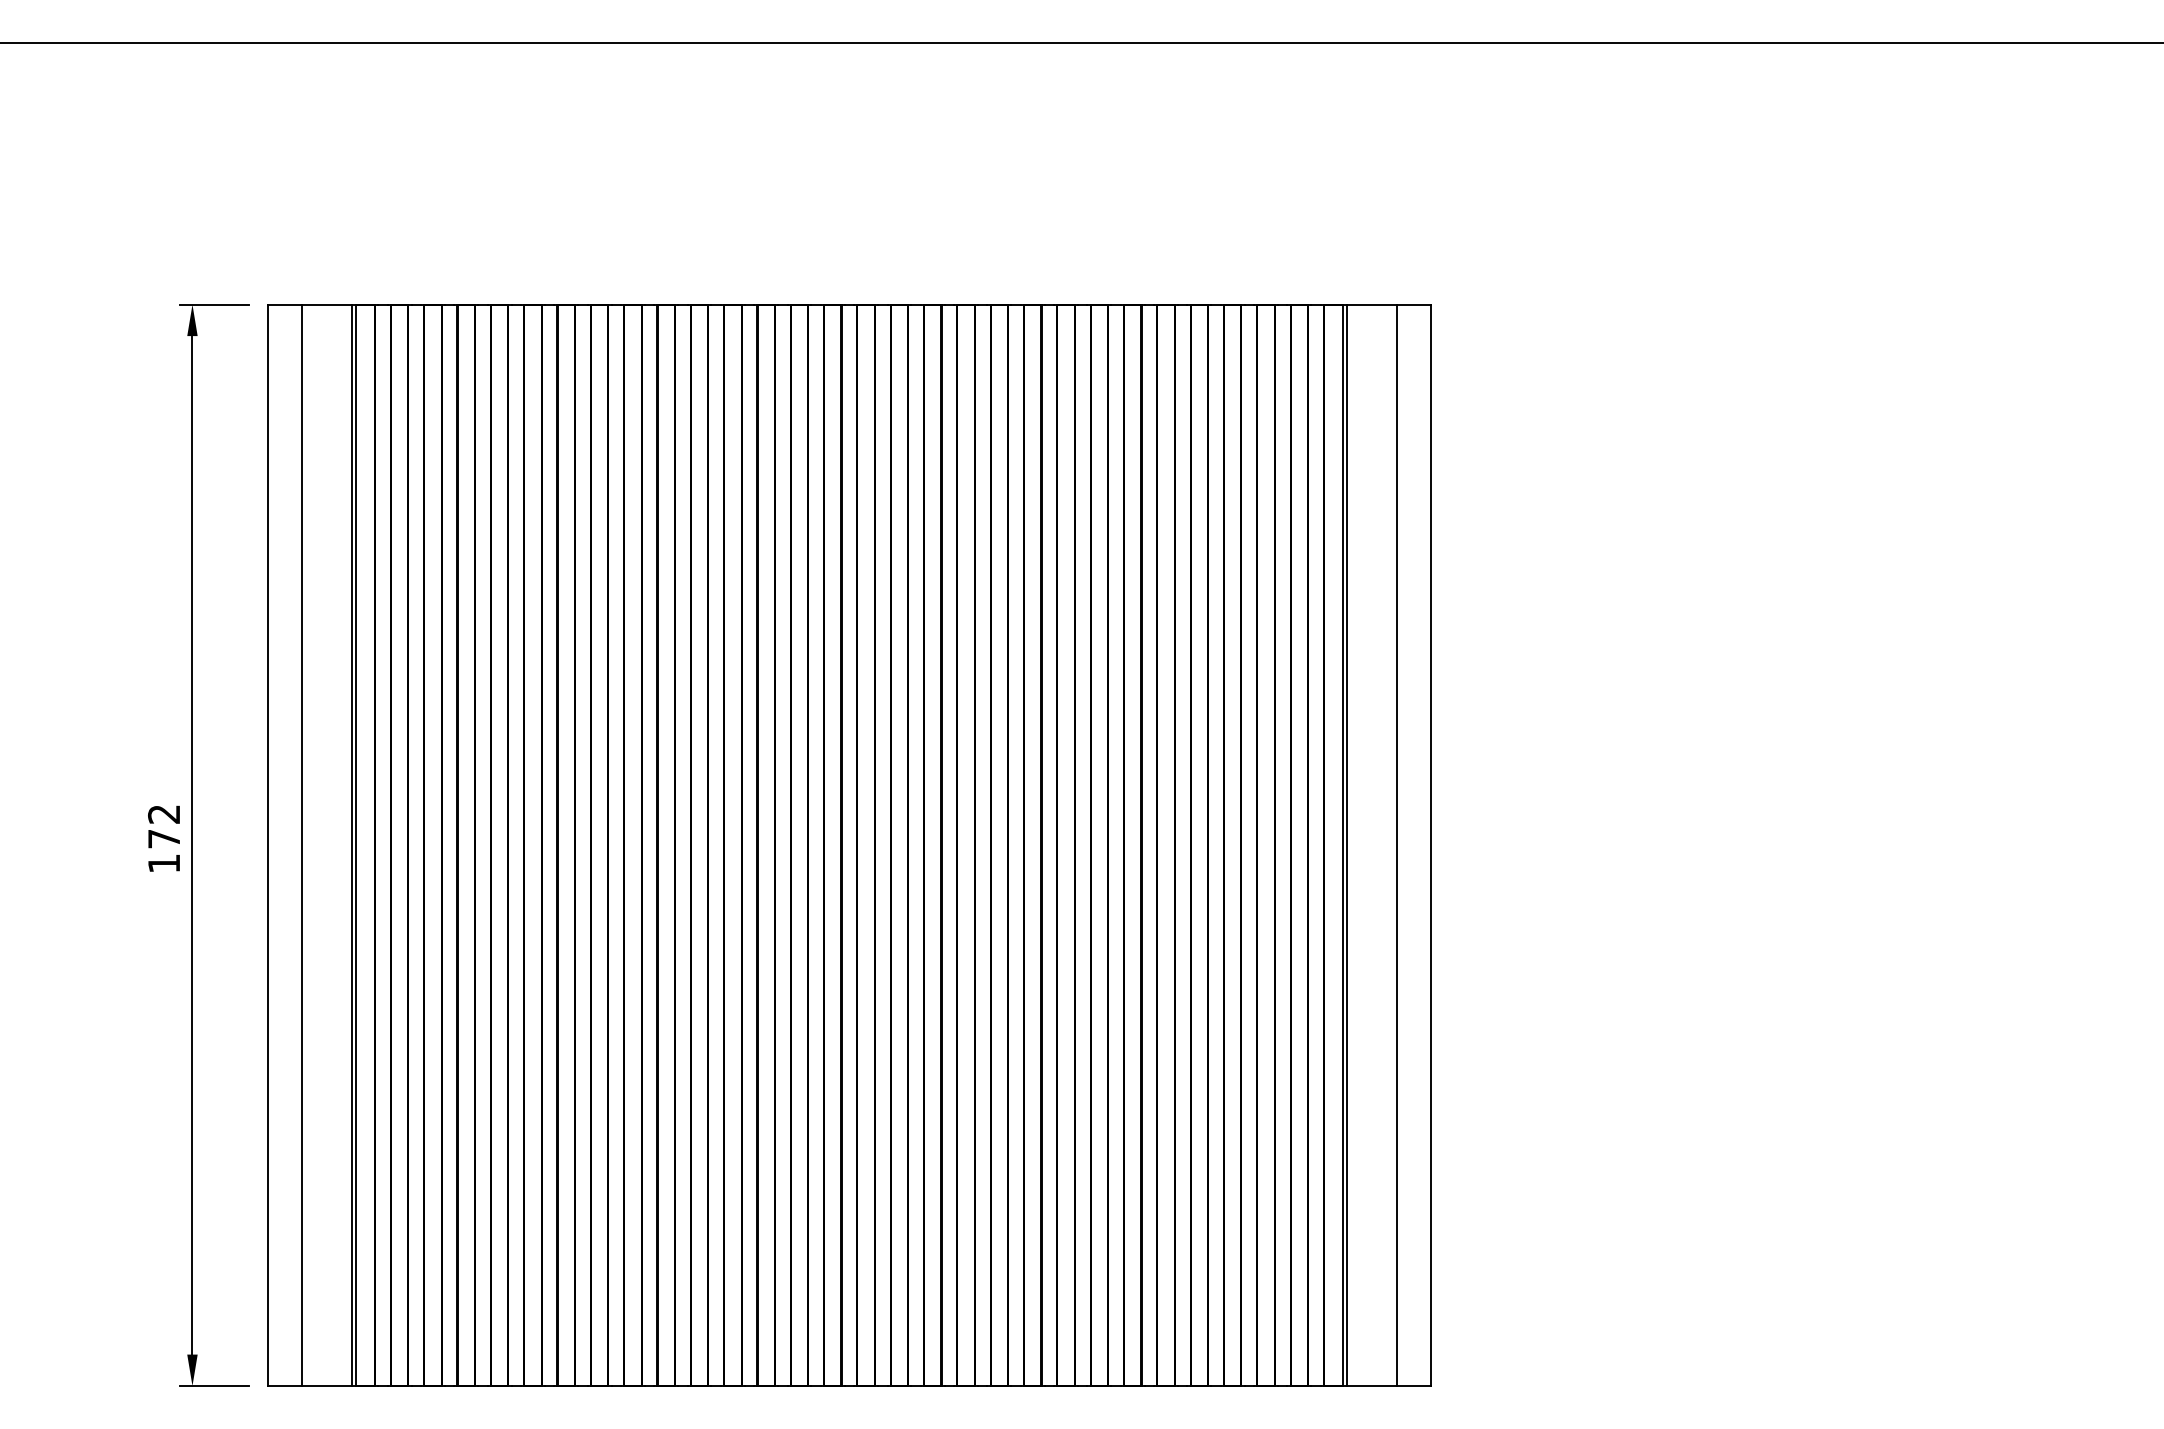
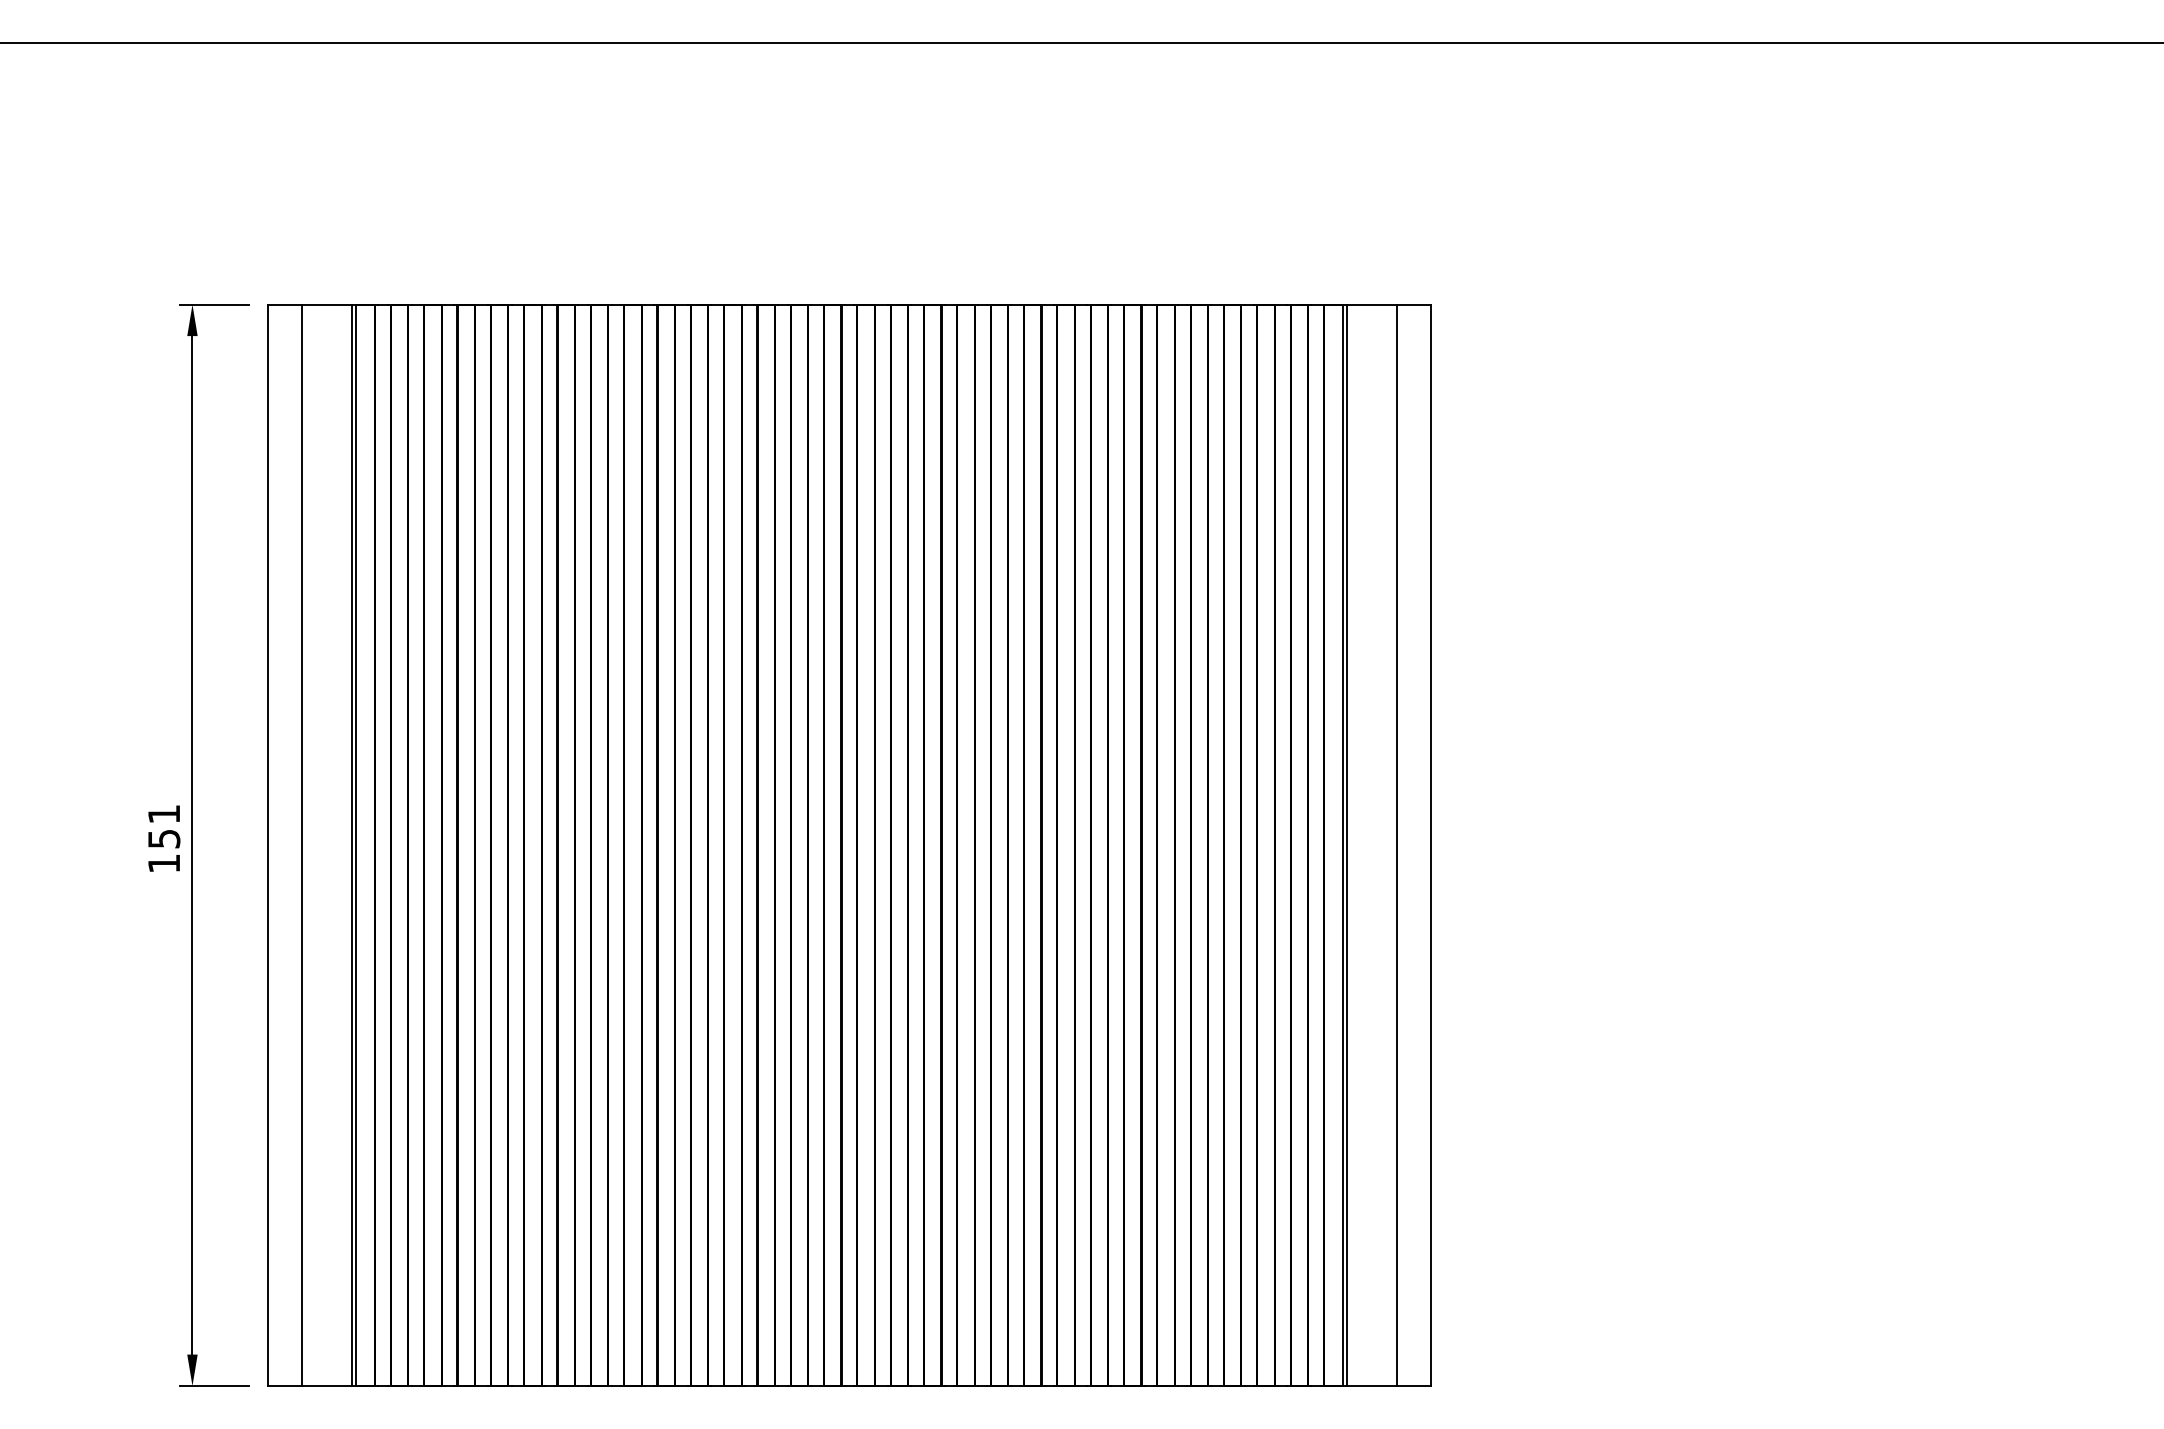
text at (164, 826): 172 -> 151
